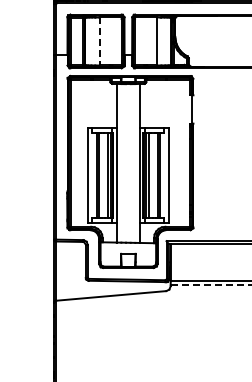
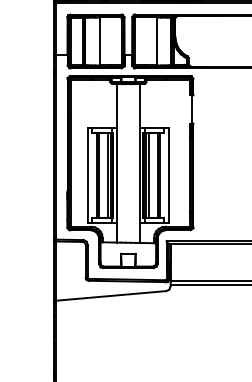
line at (99, 41): dashed -> solid
line at (211, 285): dashed -> solid
